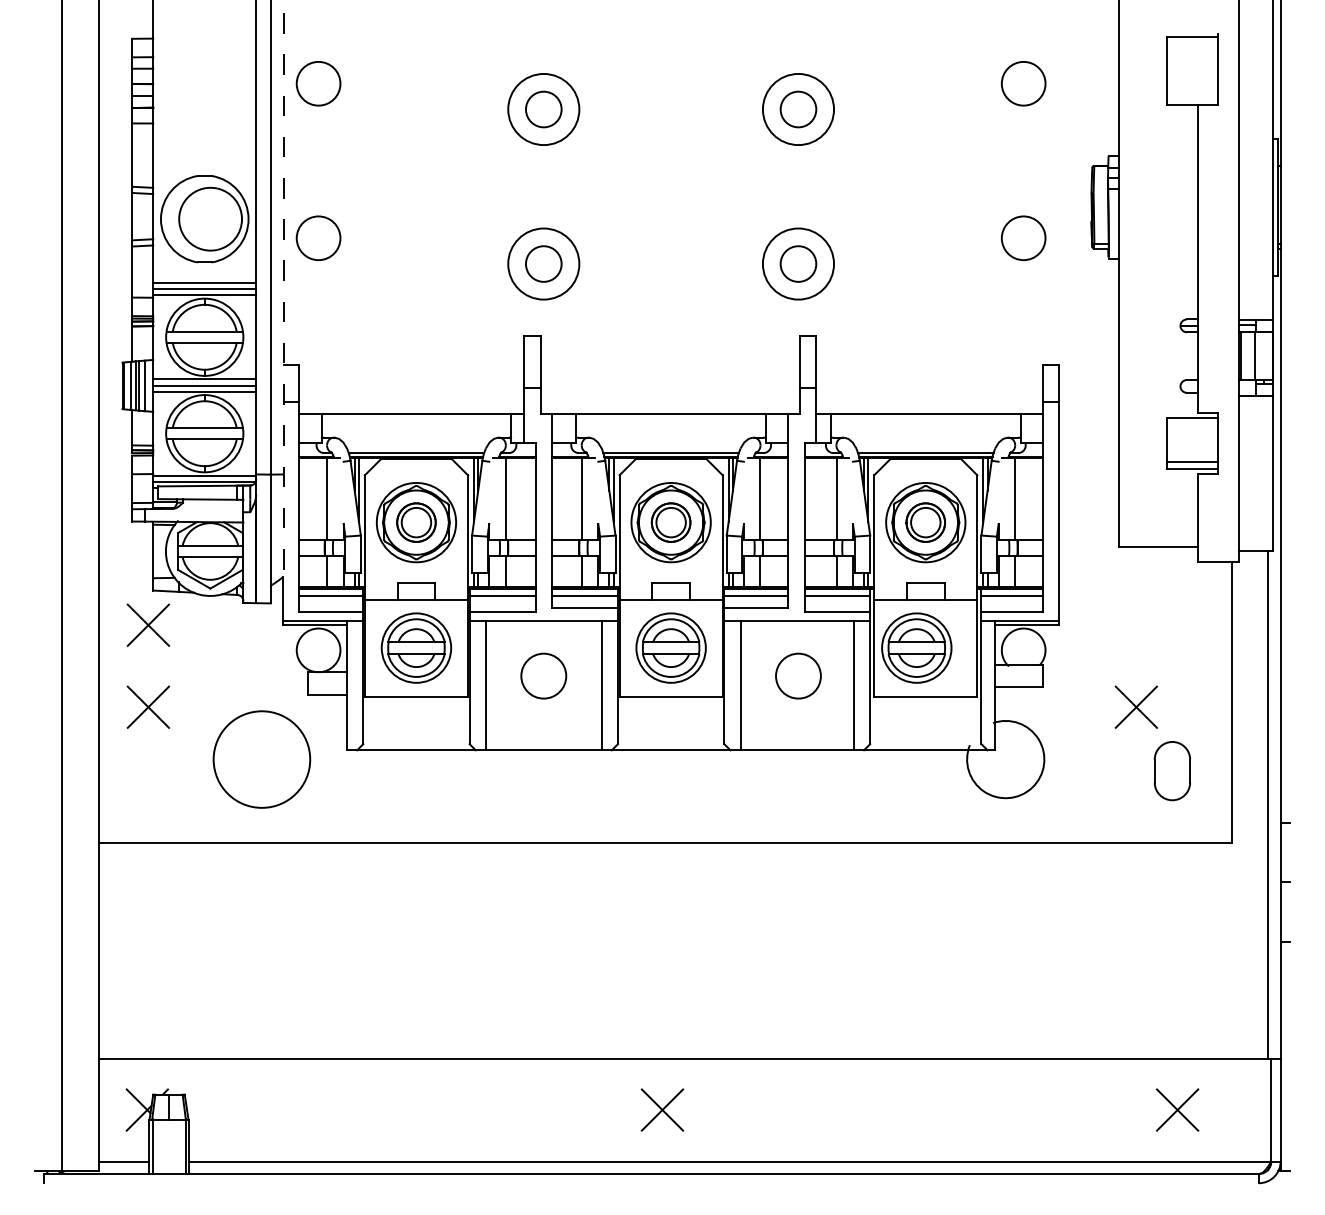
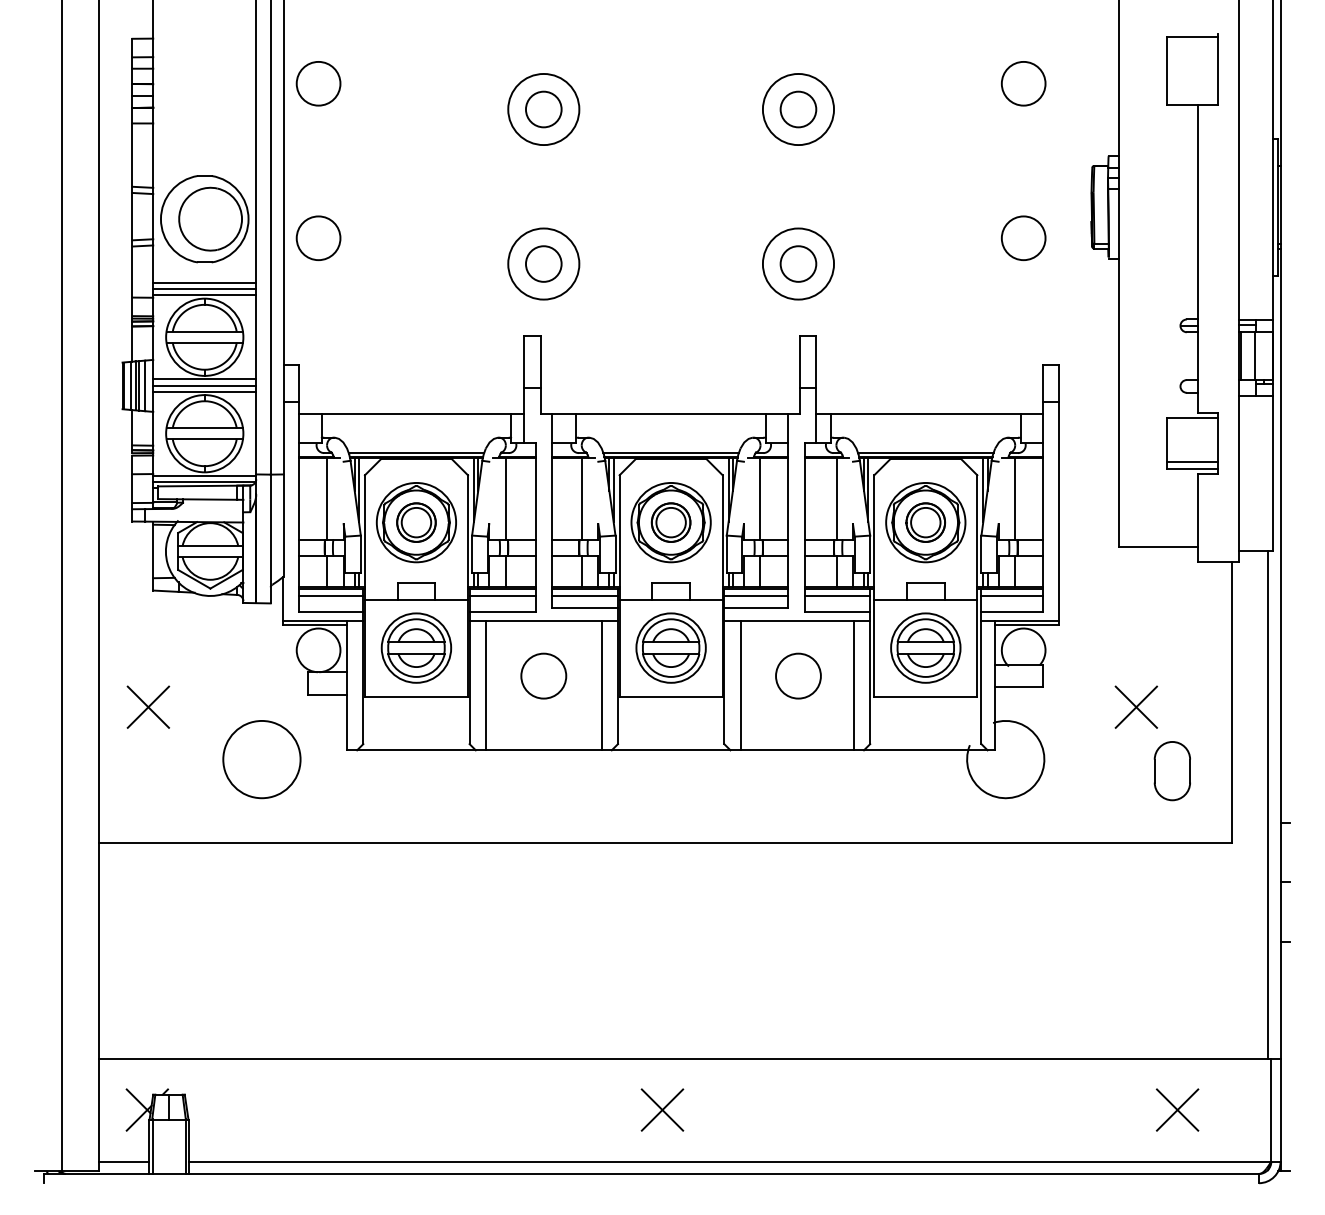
line at (283, 288): dashed -> solid
part at (148, 624): present -> none
part at (916, 647) position: (916, 647) -> (925, 647)
circle at (261, 759) diameter: 97 px -> 77 px
